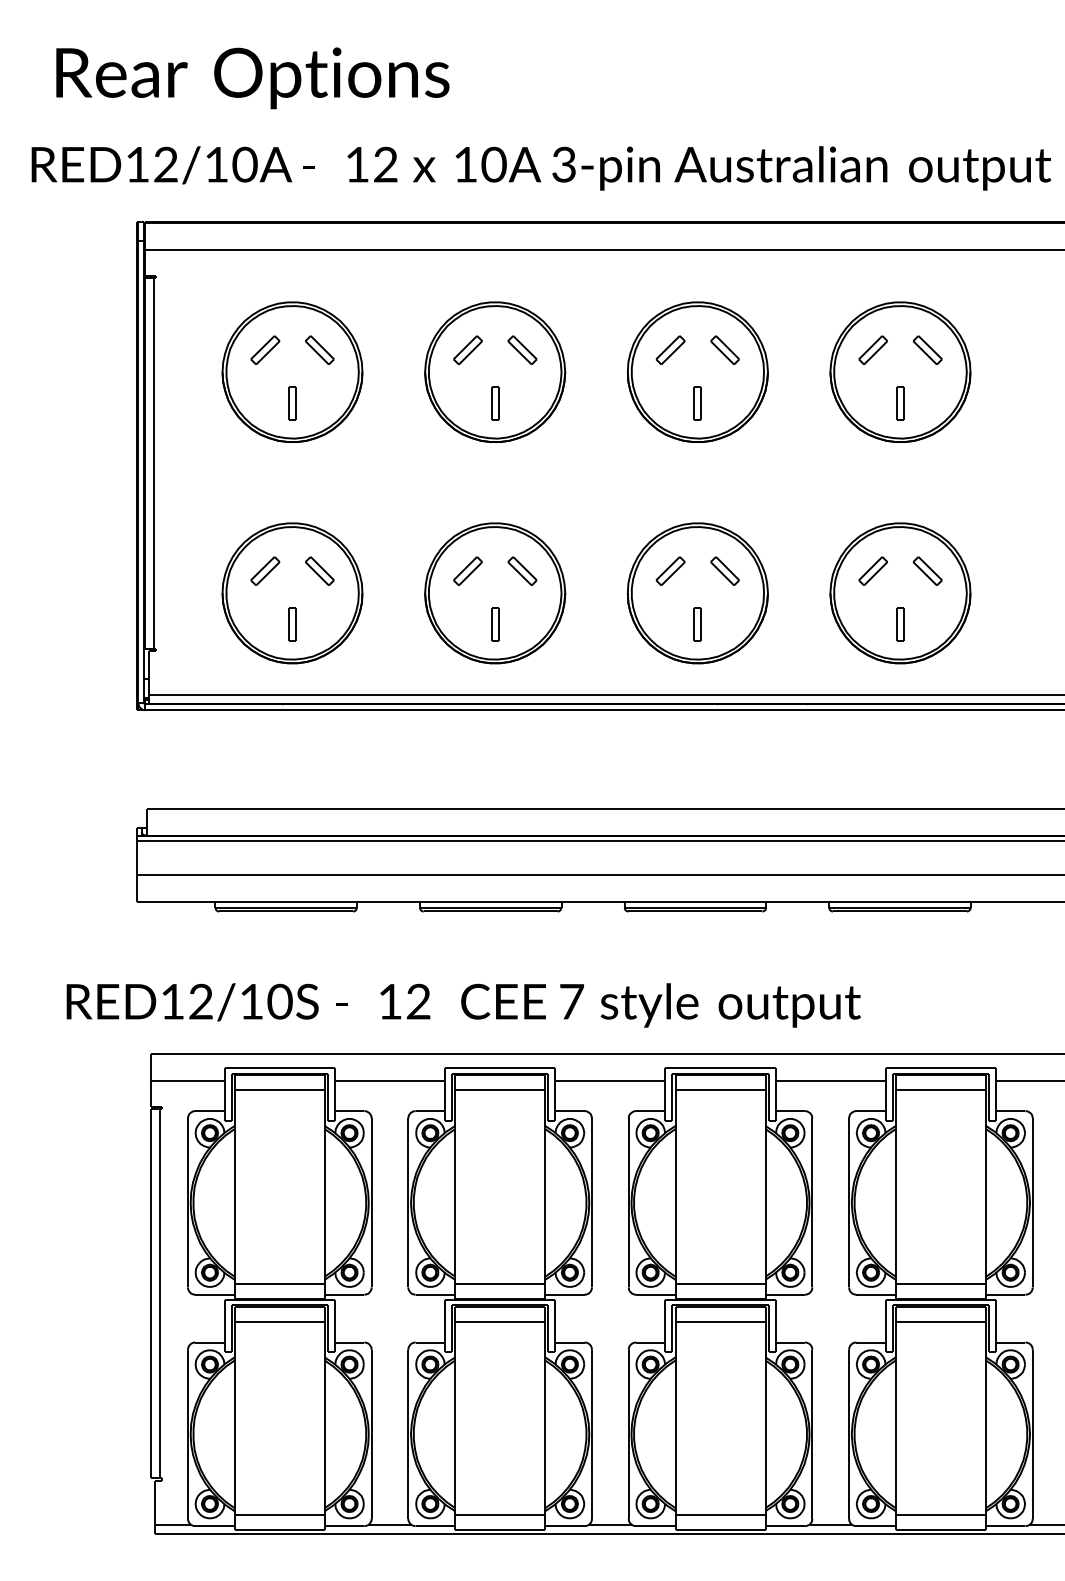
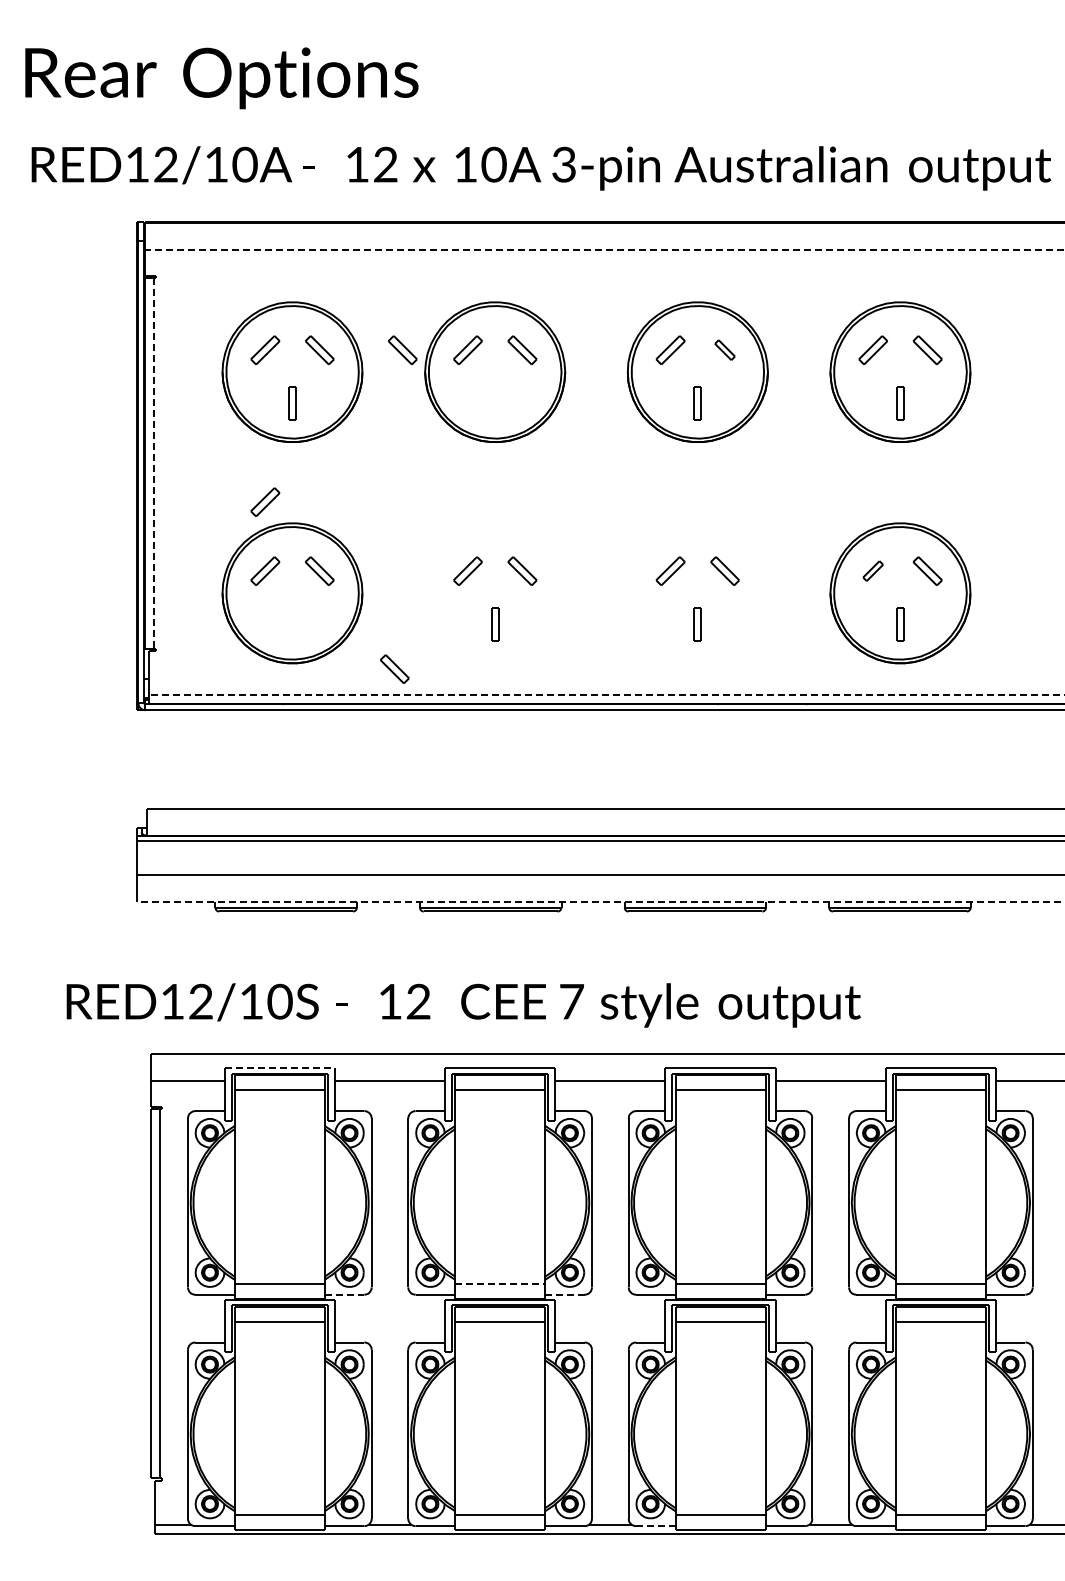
text at (252, 78) position: (252, 78) -> (221, 78)
line at (604, 249): solid -> dashed
part at (402, 349): none -> present
part at (724, 349) size: 30x30 px -> 22x22 px
part at (495, 403): present -> none
line at (154, 463): solid -> dashed
part at (265, 501): none -> present
part at (872, 570) size: 30x30 px -> 22x22 px
part at (495, 593): present -> none
part at (697, 593): present -> none
part at (292, 624): present -> none
part at (394, 668): none -> present
line at (606, 694): solid -> dashed
line at (600, 902): solid -> dashed
line at (280, 1068): solid -> dashed
line at (500, 1283): solid -> dashed
line at (344, 1294): solid -> dashed
line at (564, 1294): solid -> dashed
line at (655, 1526): solid -> dashed
